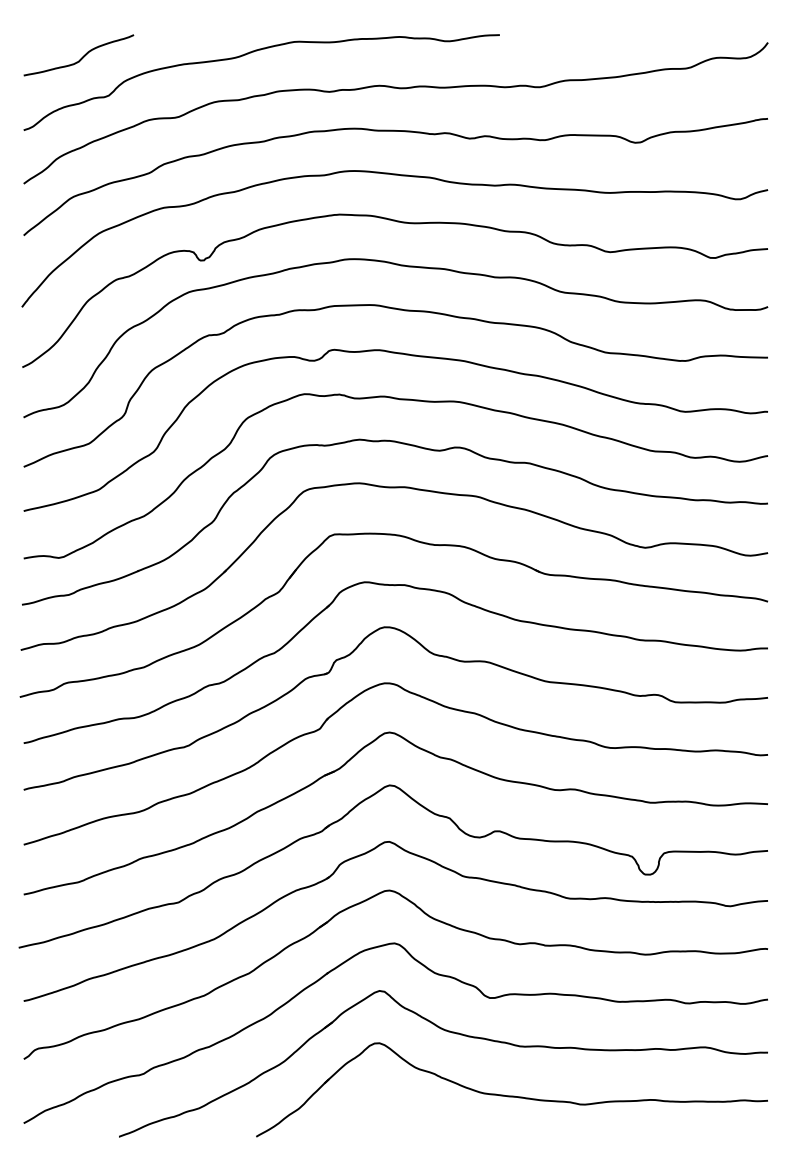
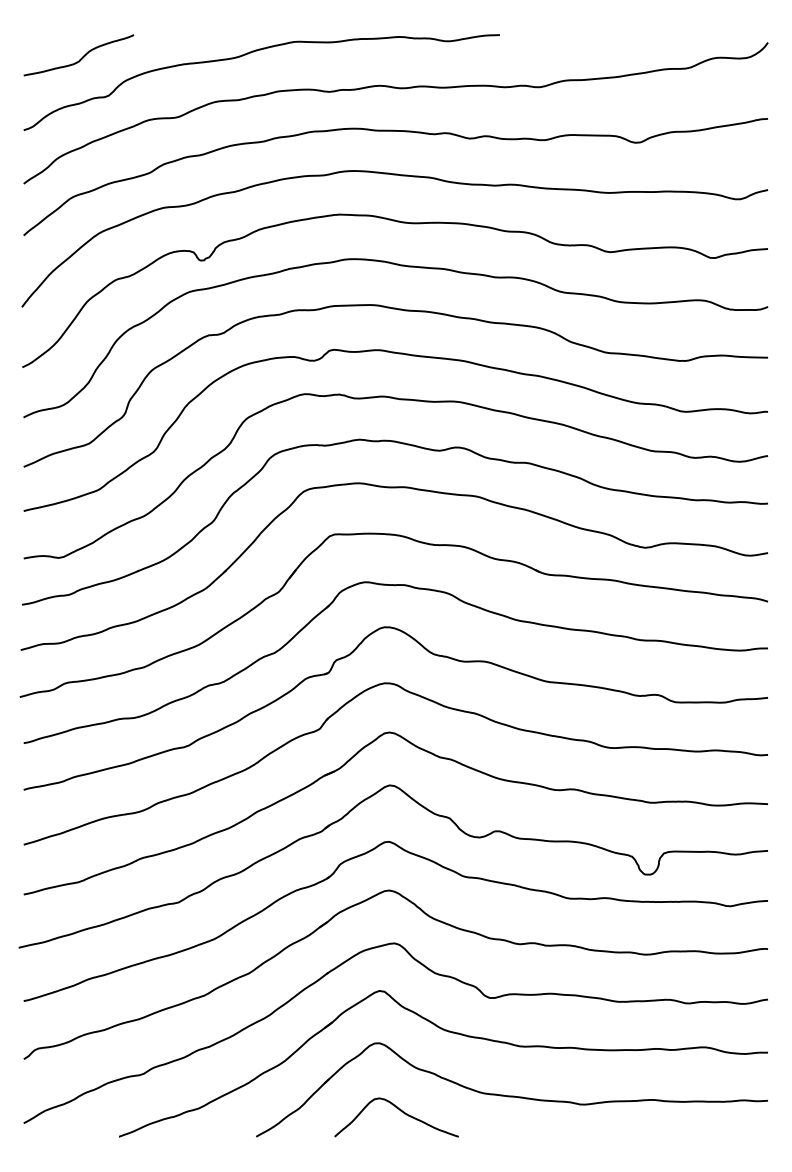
curve at (400, 1111): none -> present
